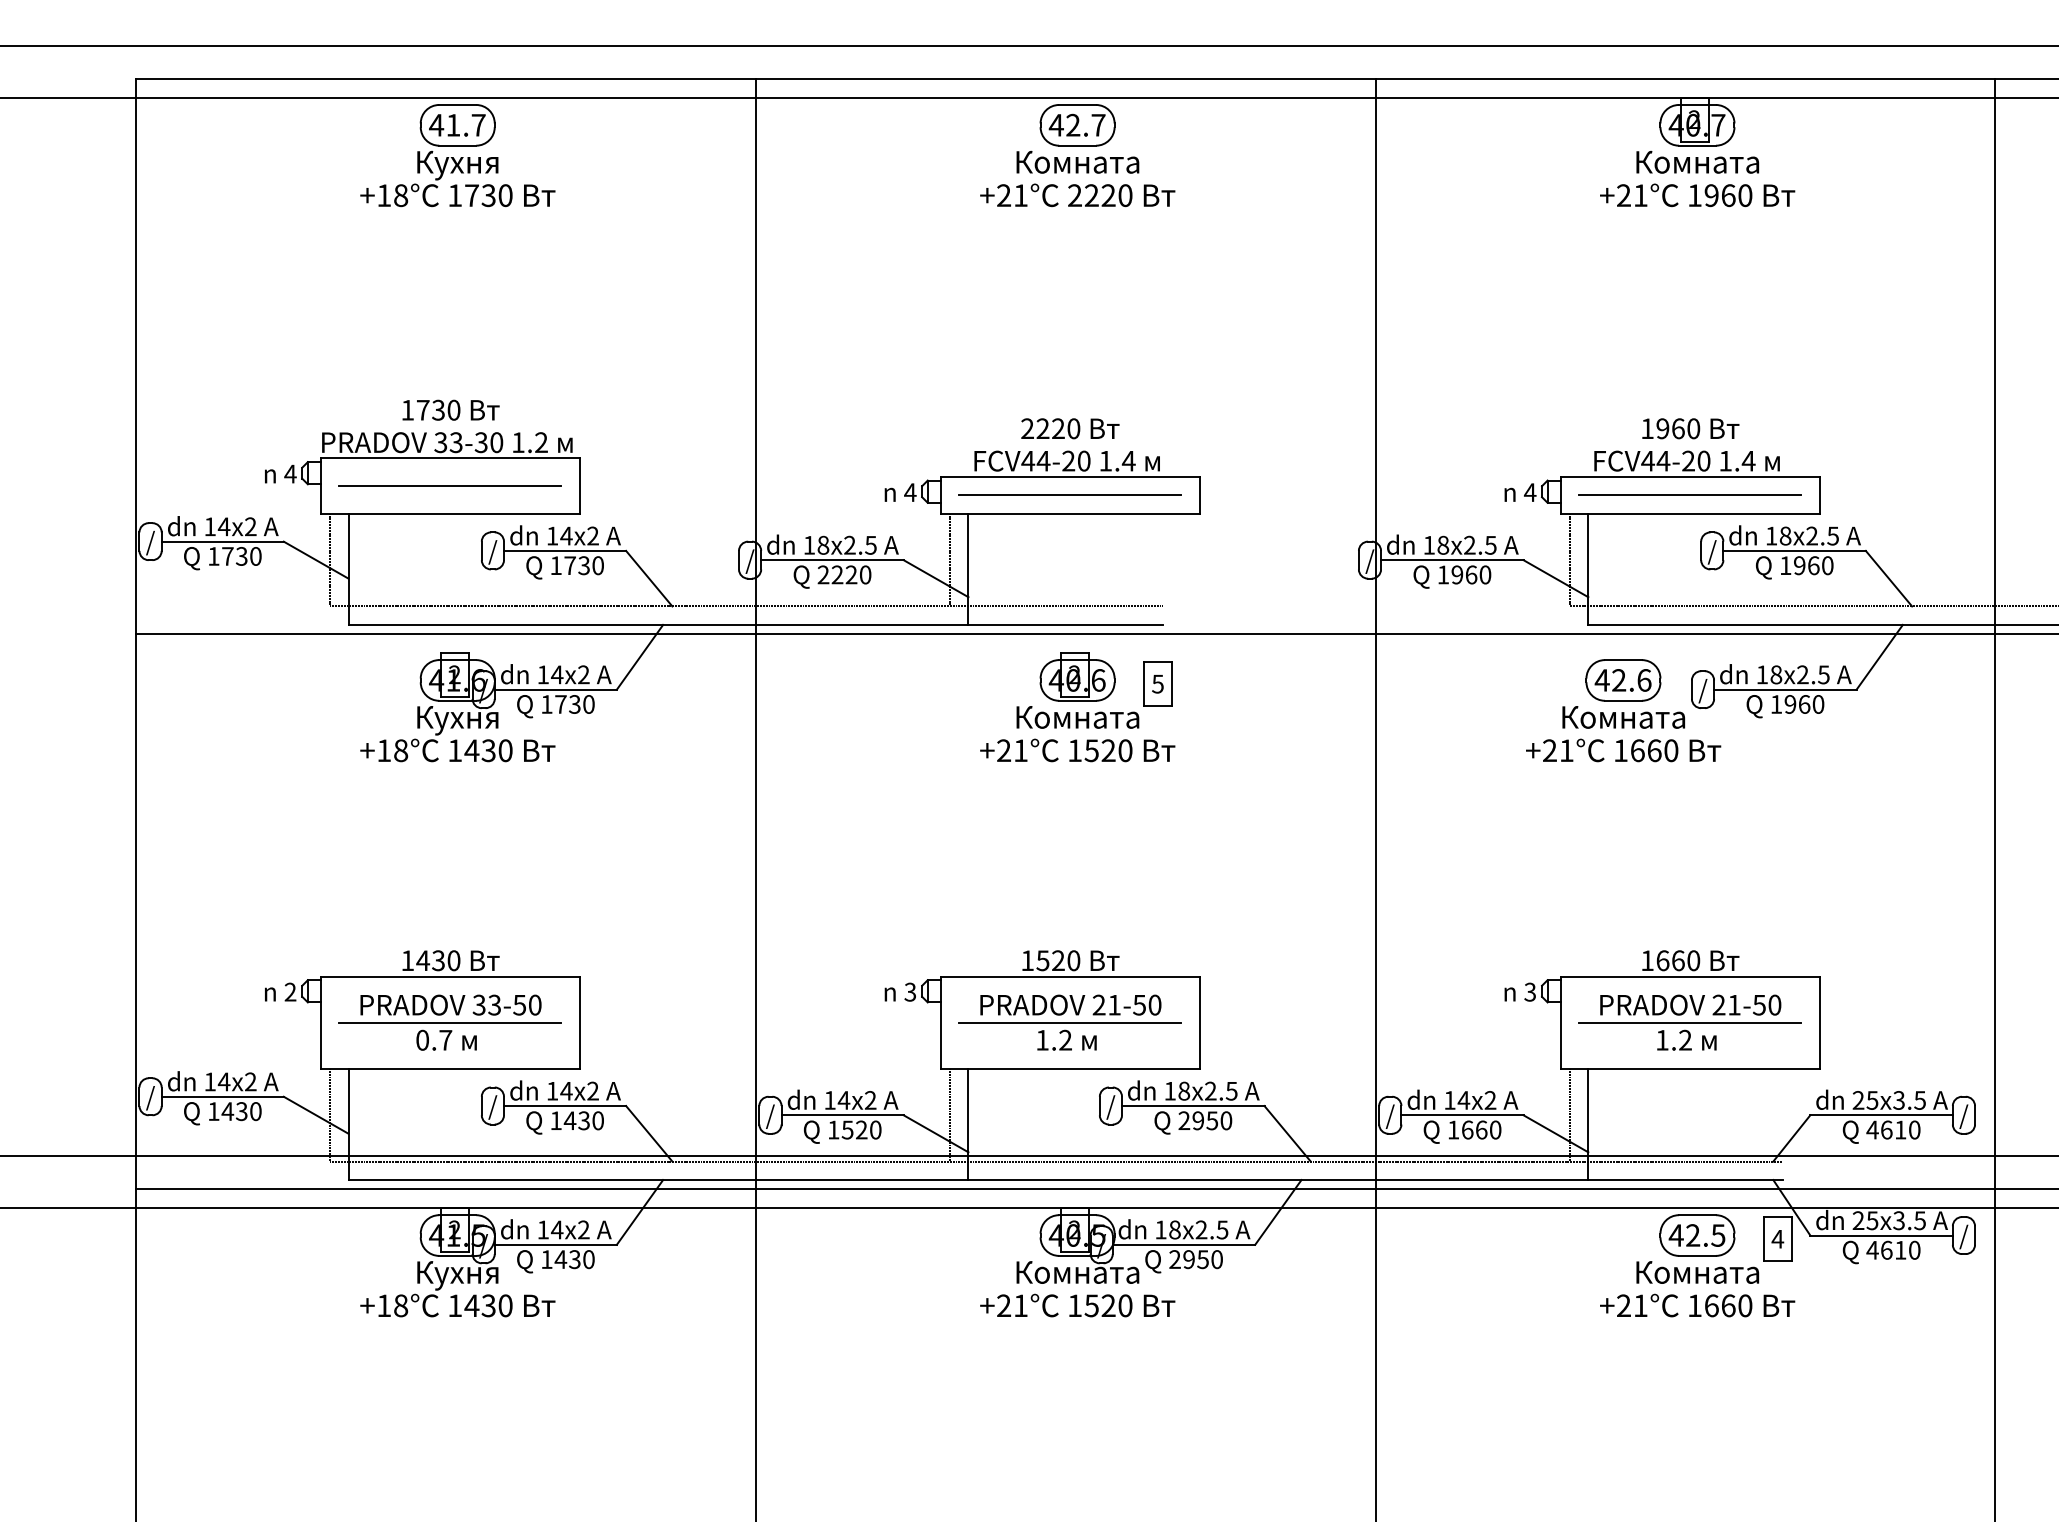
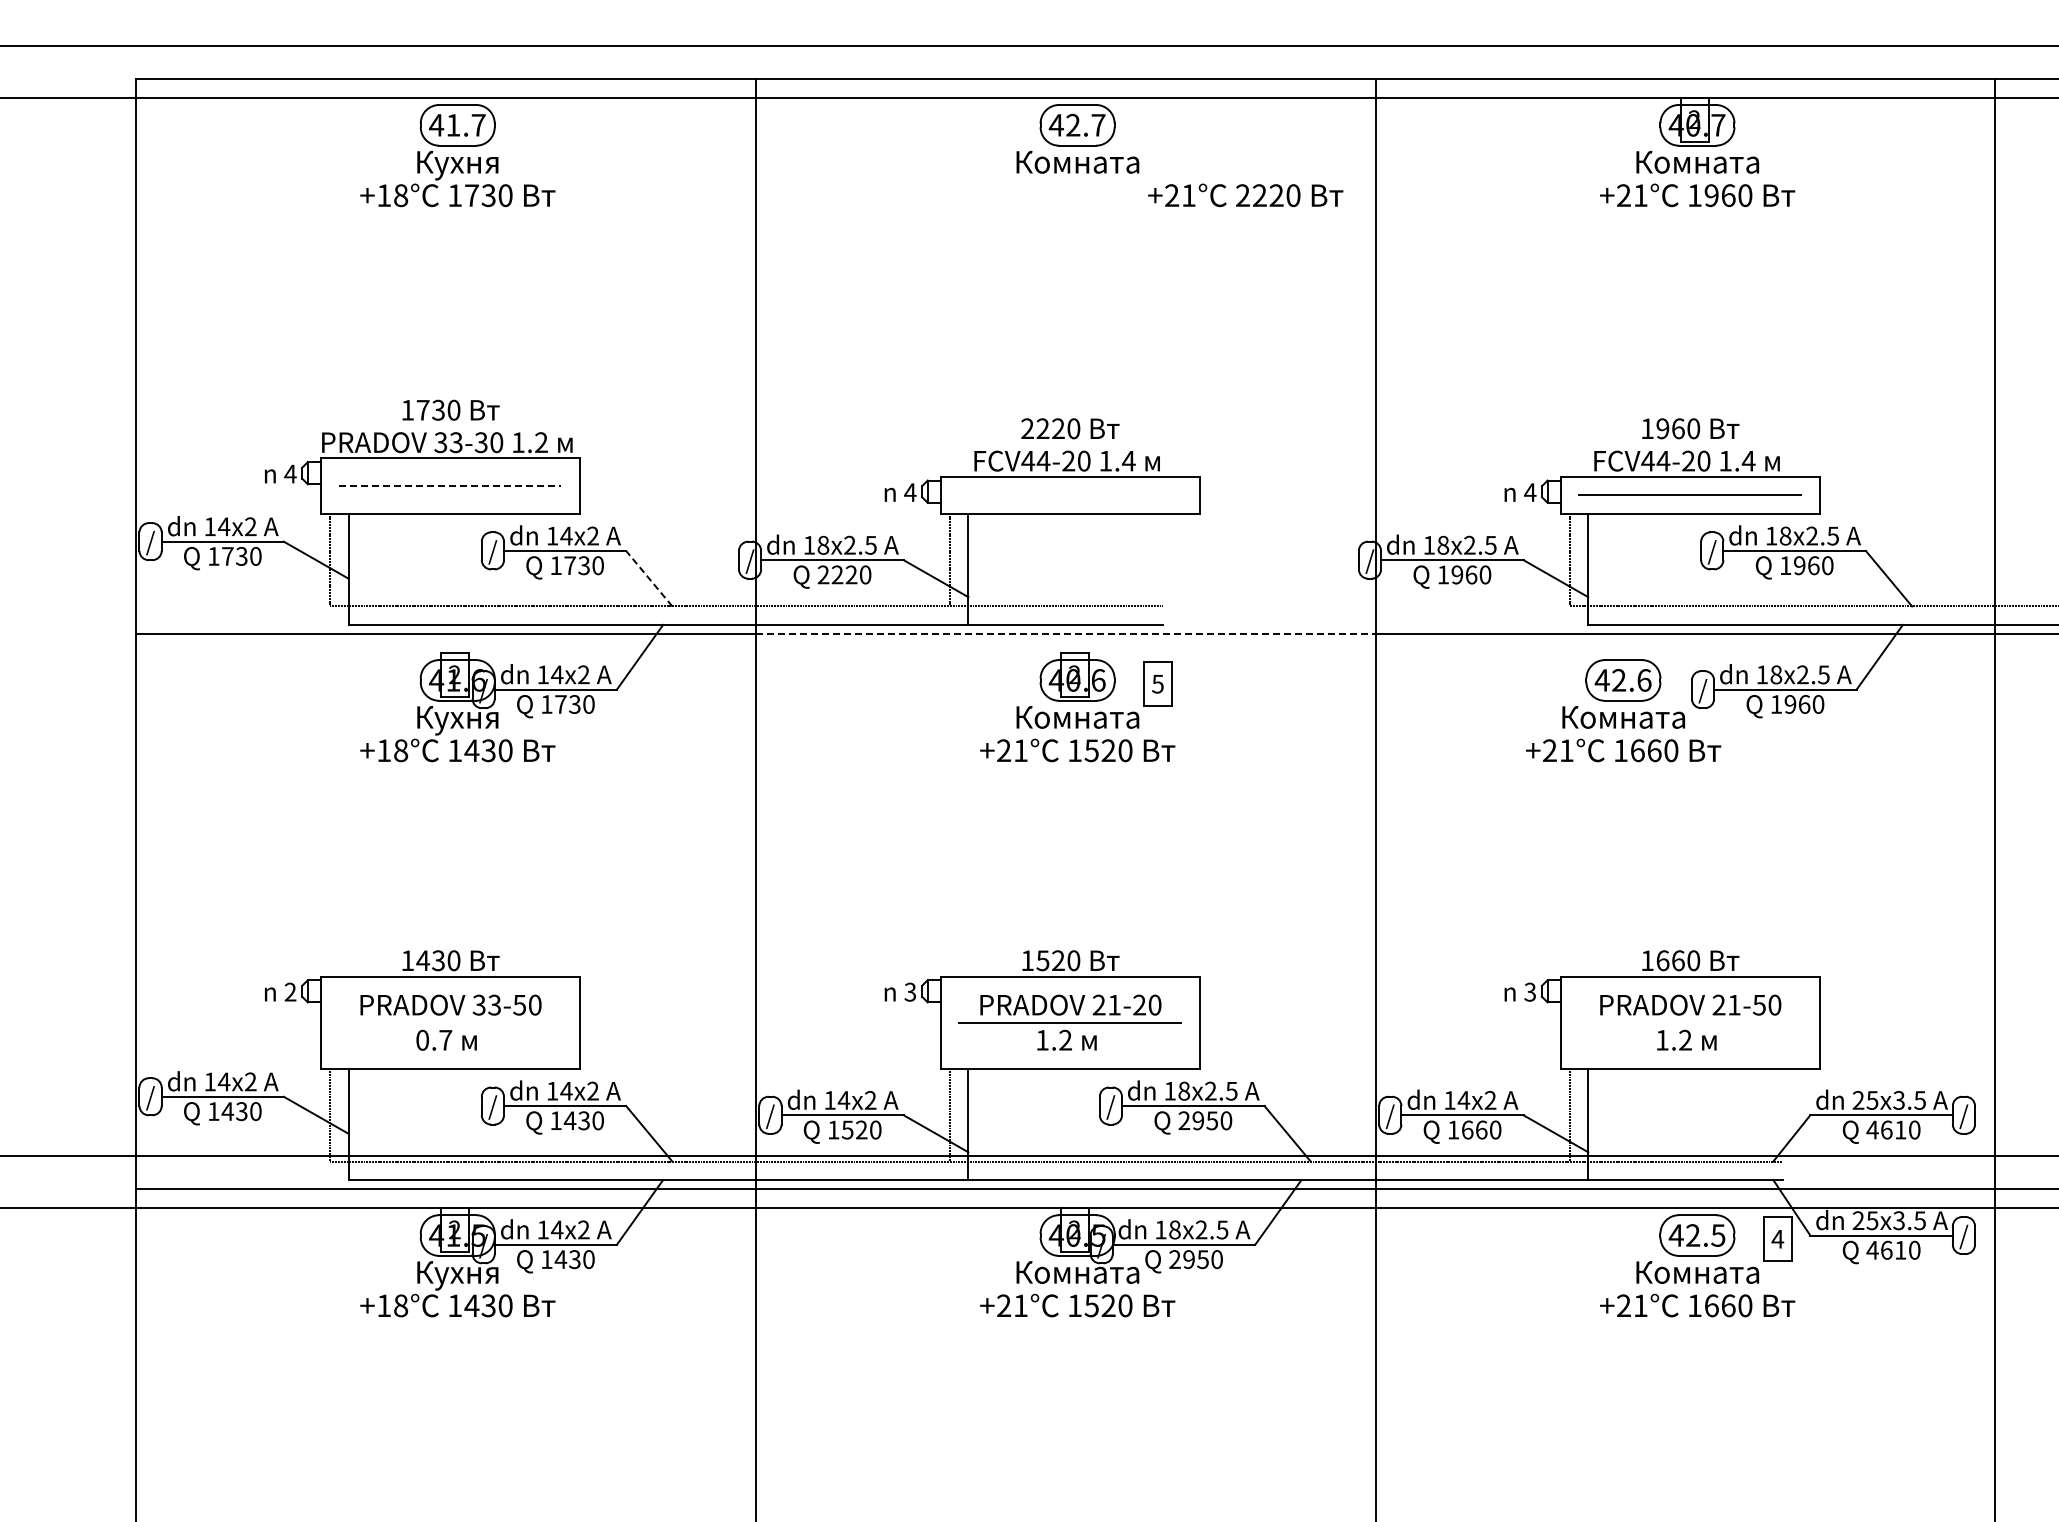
text at (1077, 195) position: (1077, 195) -> (1245, 195)
line at (450, 486): solid -> dashed
line at (1070, 495): present -> none
line at (648, 578): solid -> dashed
line at (1065, 634): solid -> dashed
text at (1139, 1004): 21-50 -> 21-20
line at (450, 1022): present -> none
line at (1690, 1022): present -> none
